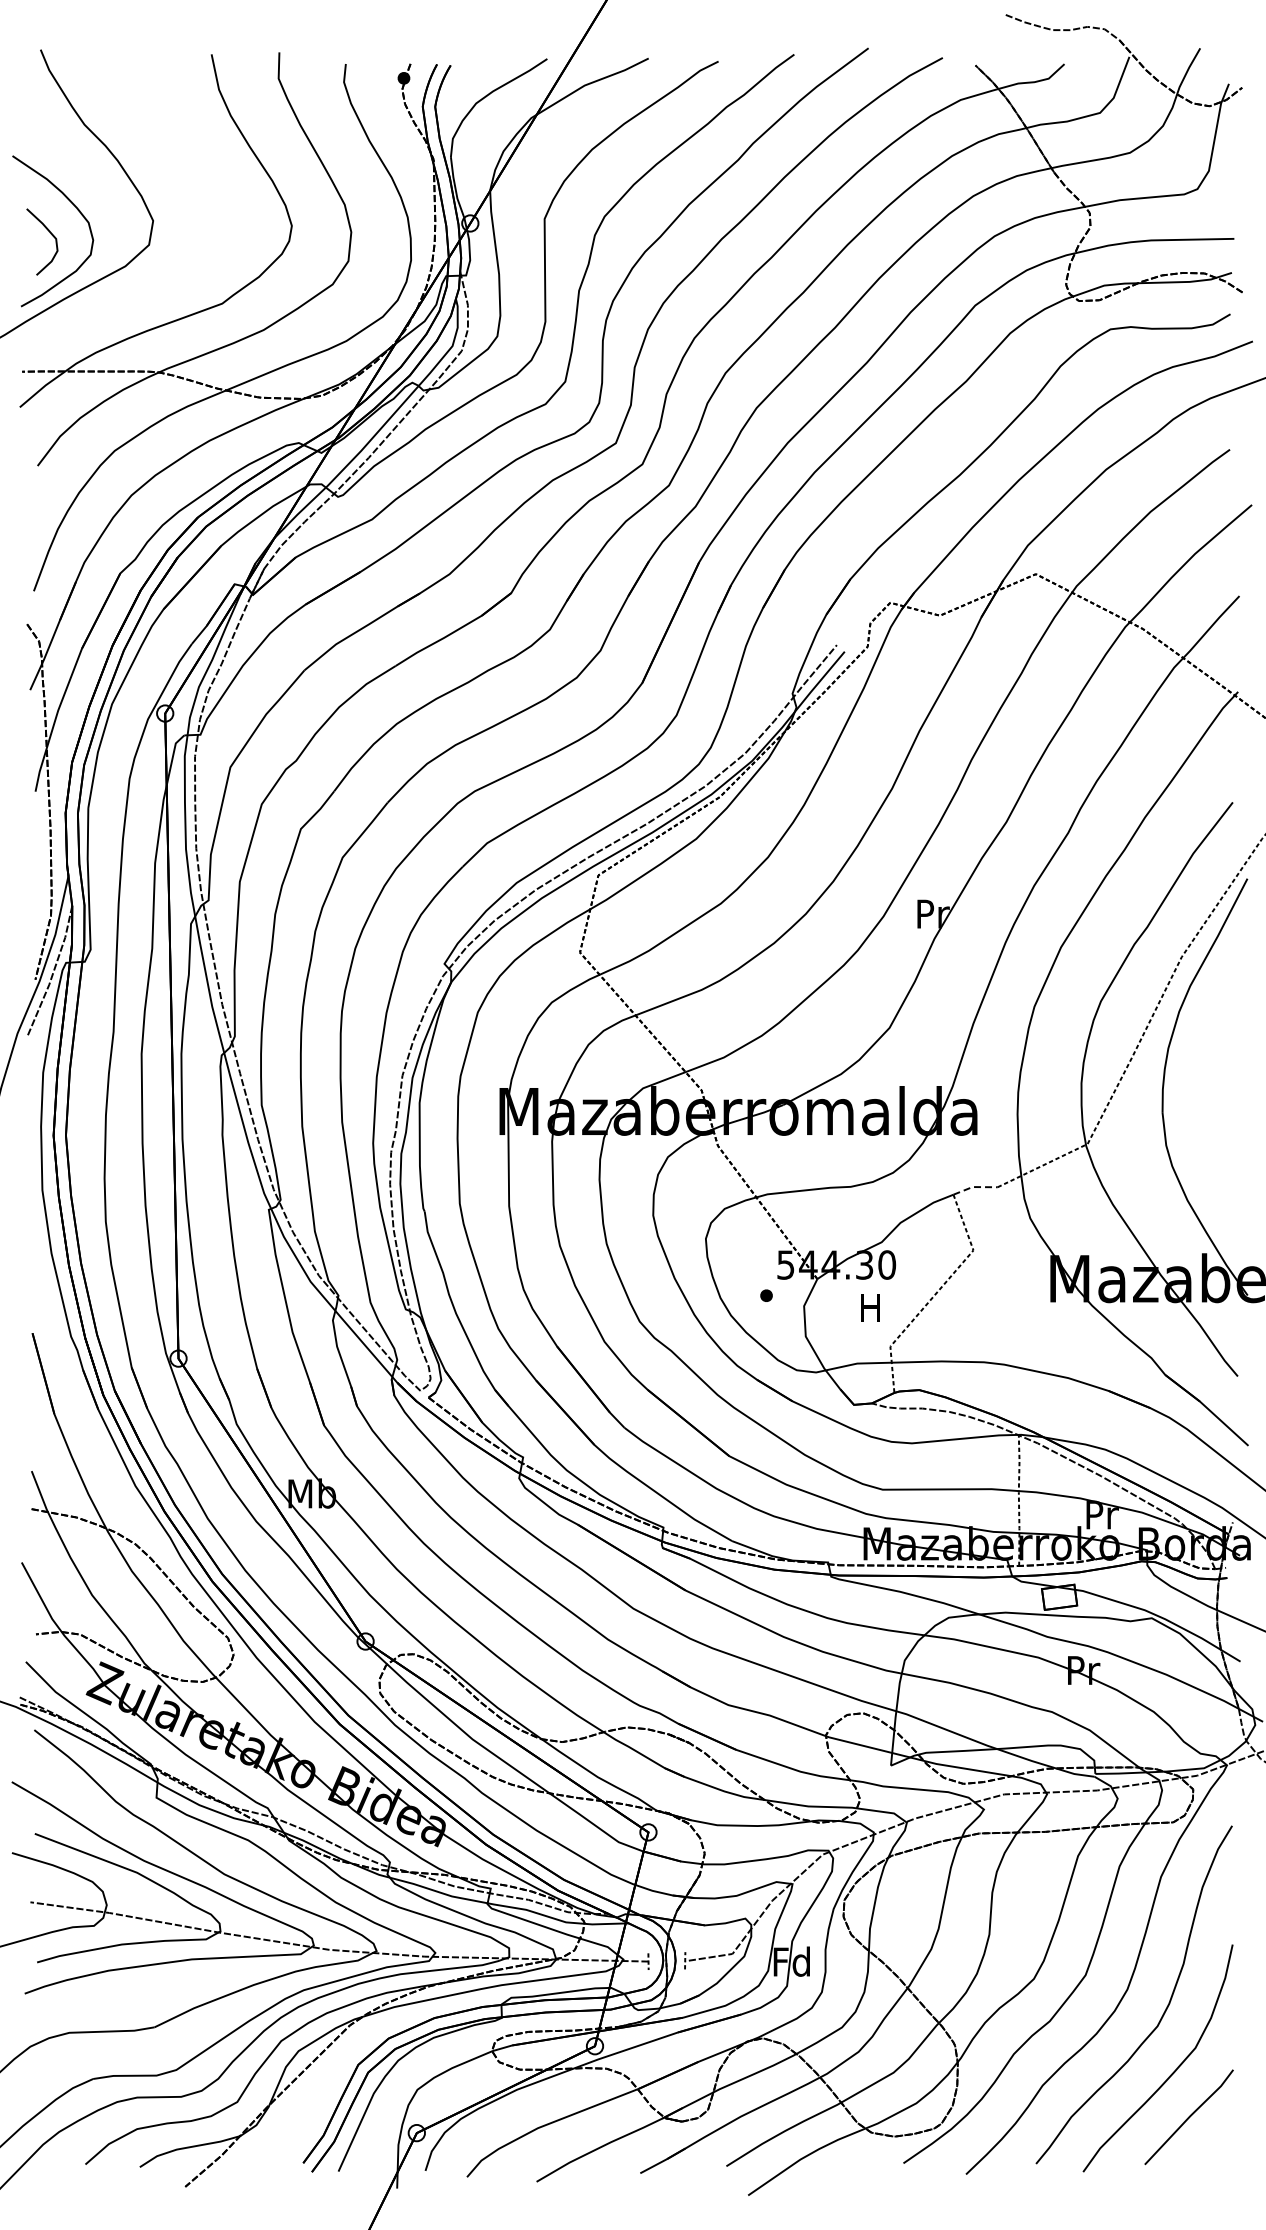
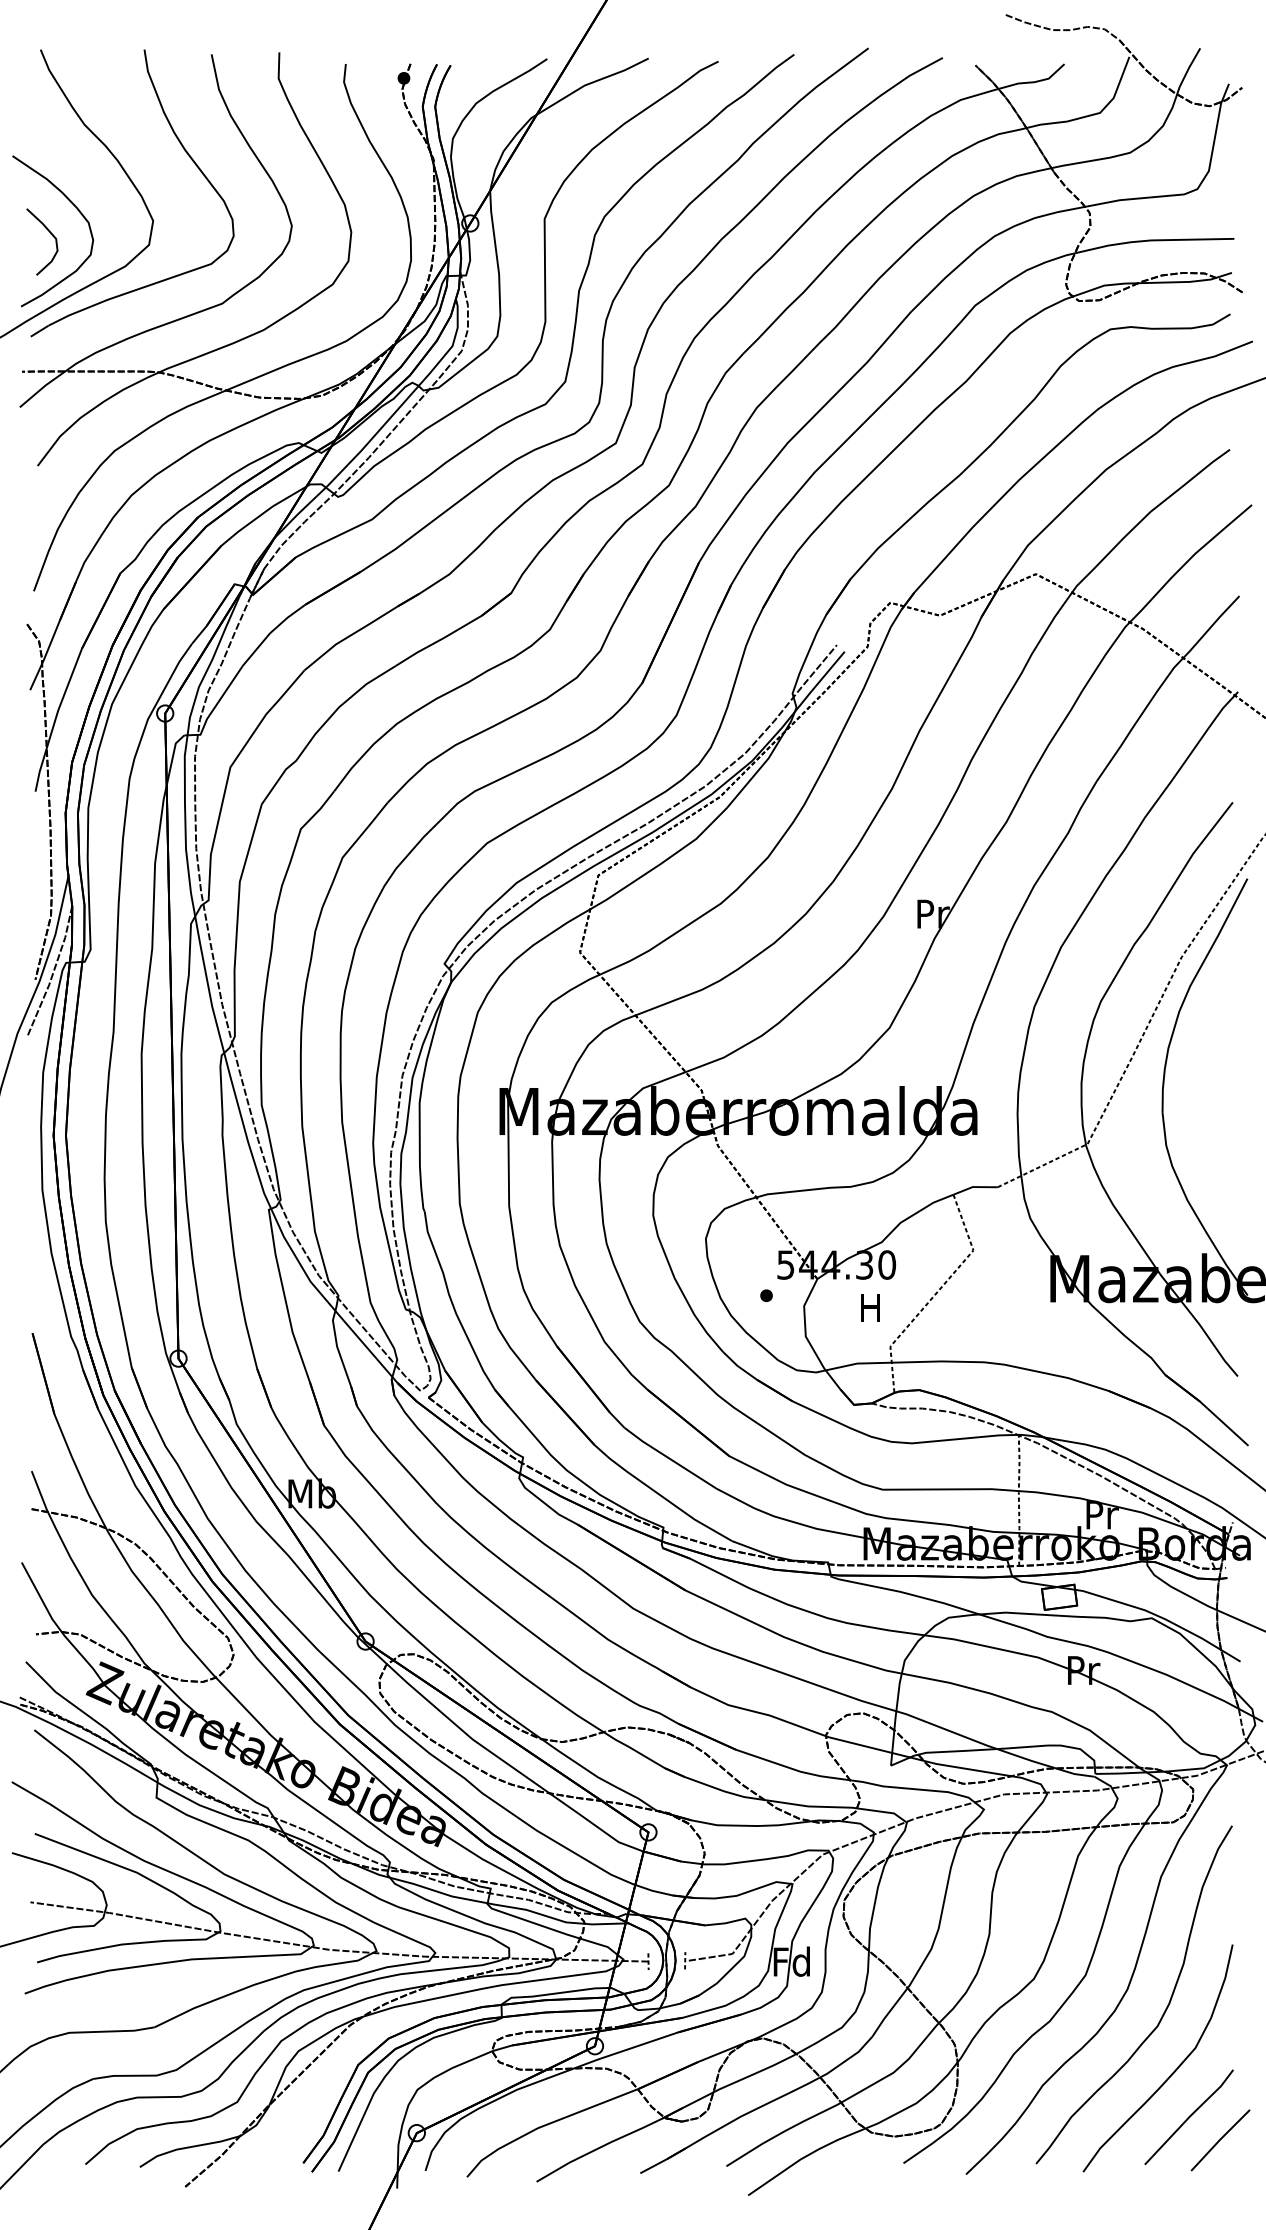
part at (185, 152): none -> present
line at (974, 1187): dashed -> solid
line at (1220, 2140): none -> present
